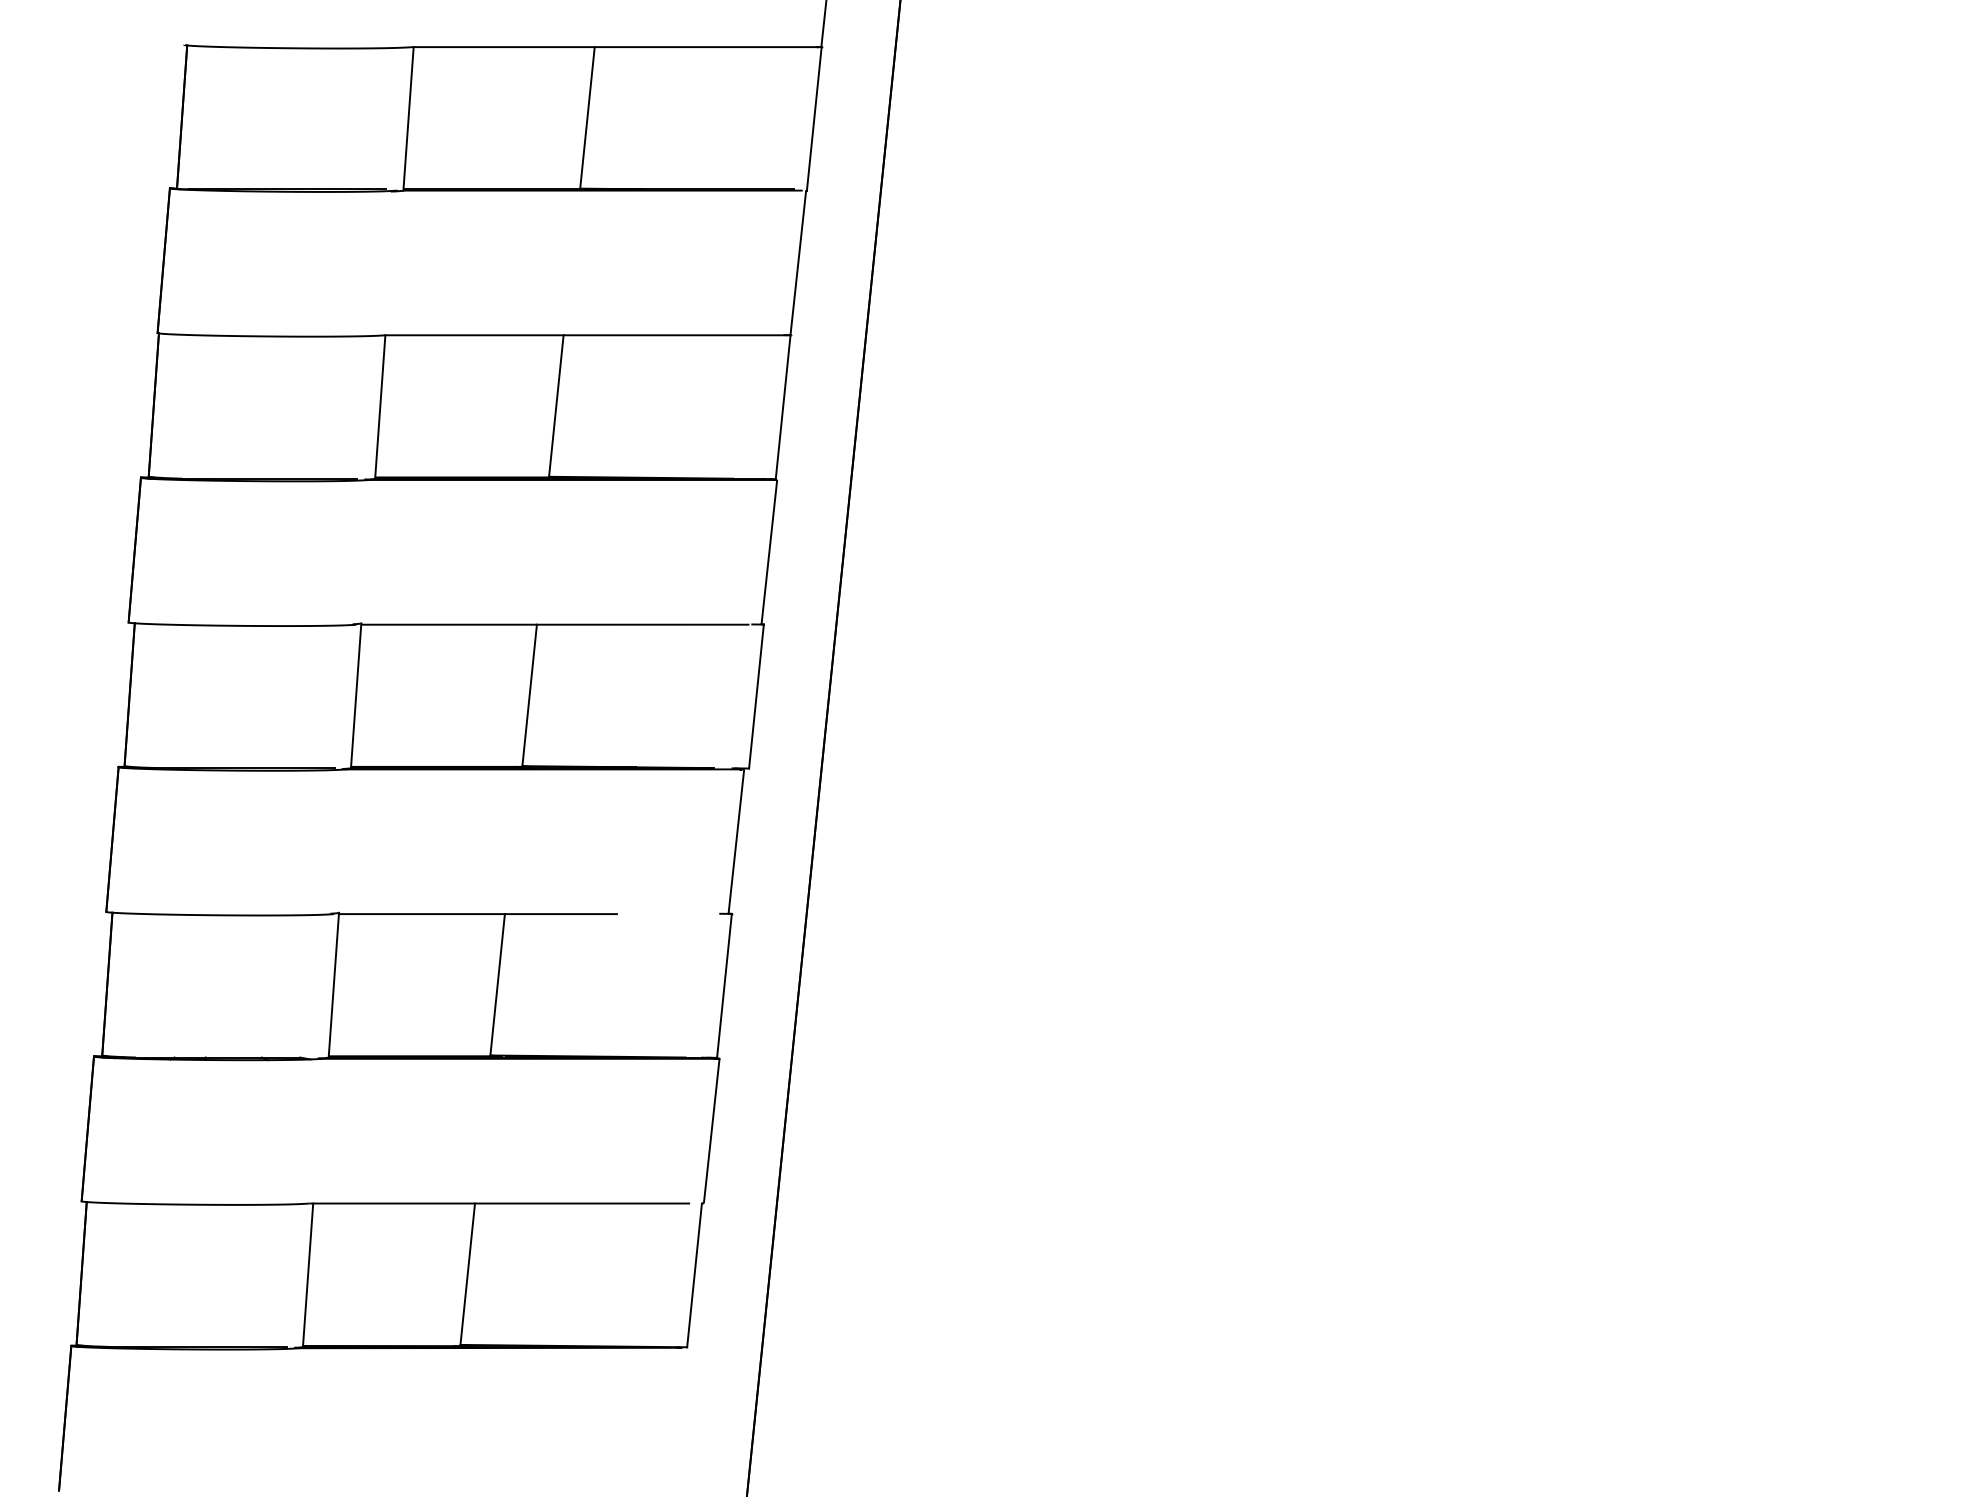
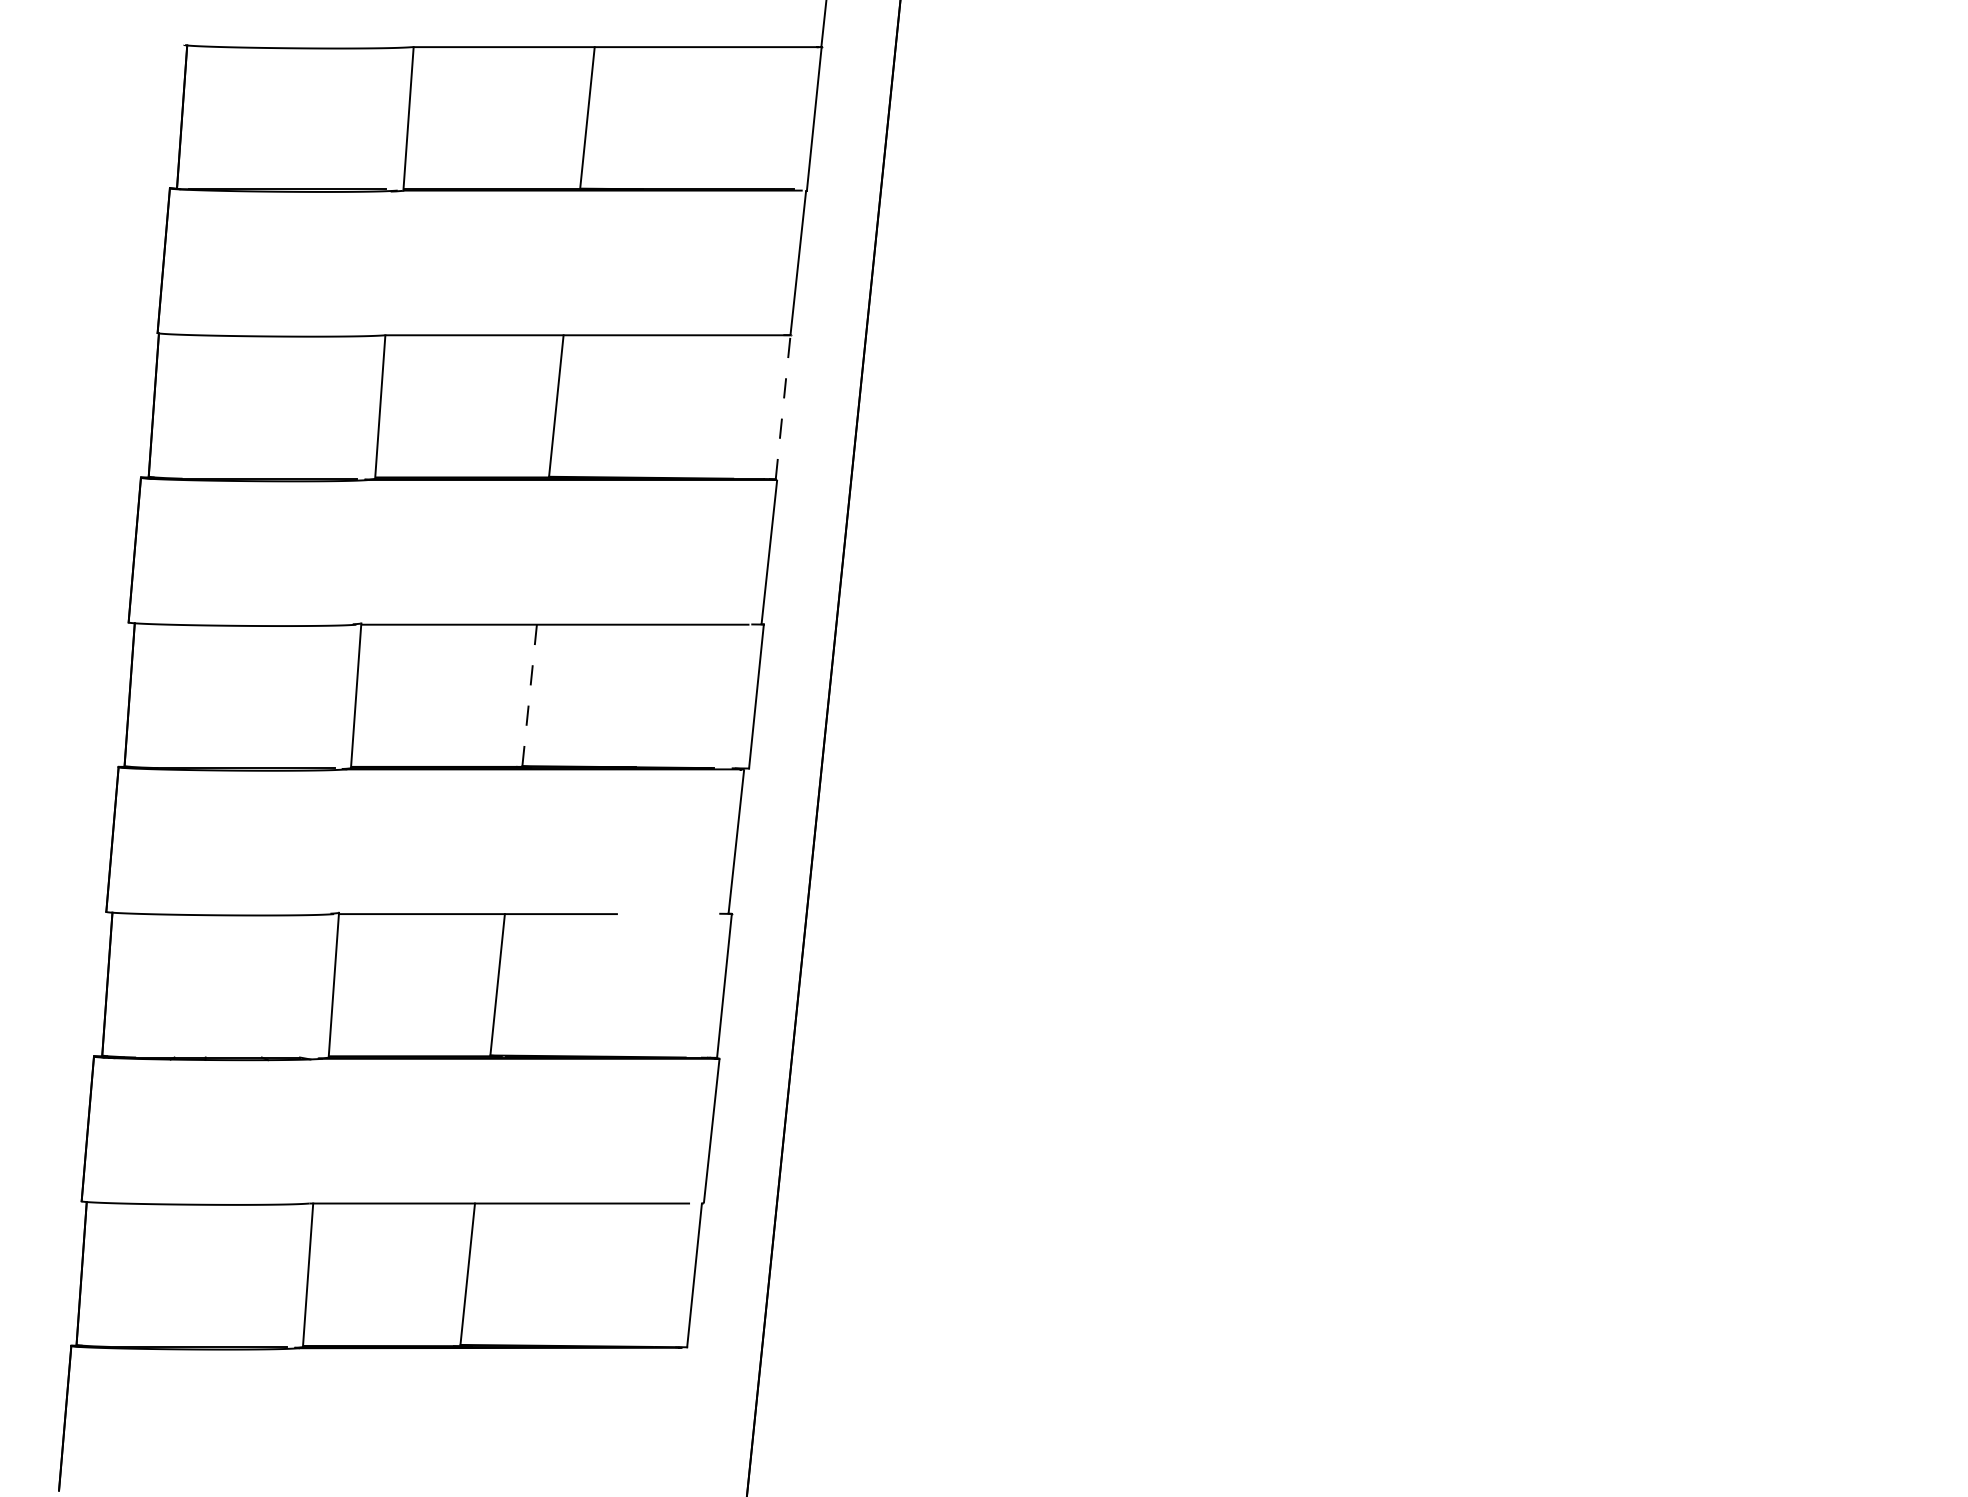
line at (783, 406): solid -> dashed
line at (529, 694): solid -> dashed
